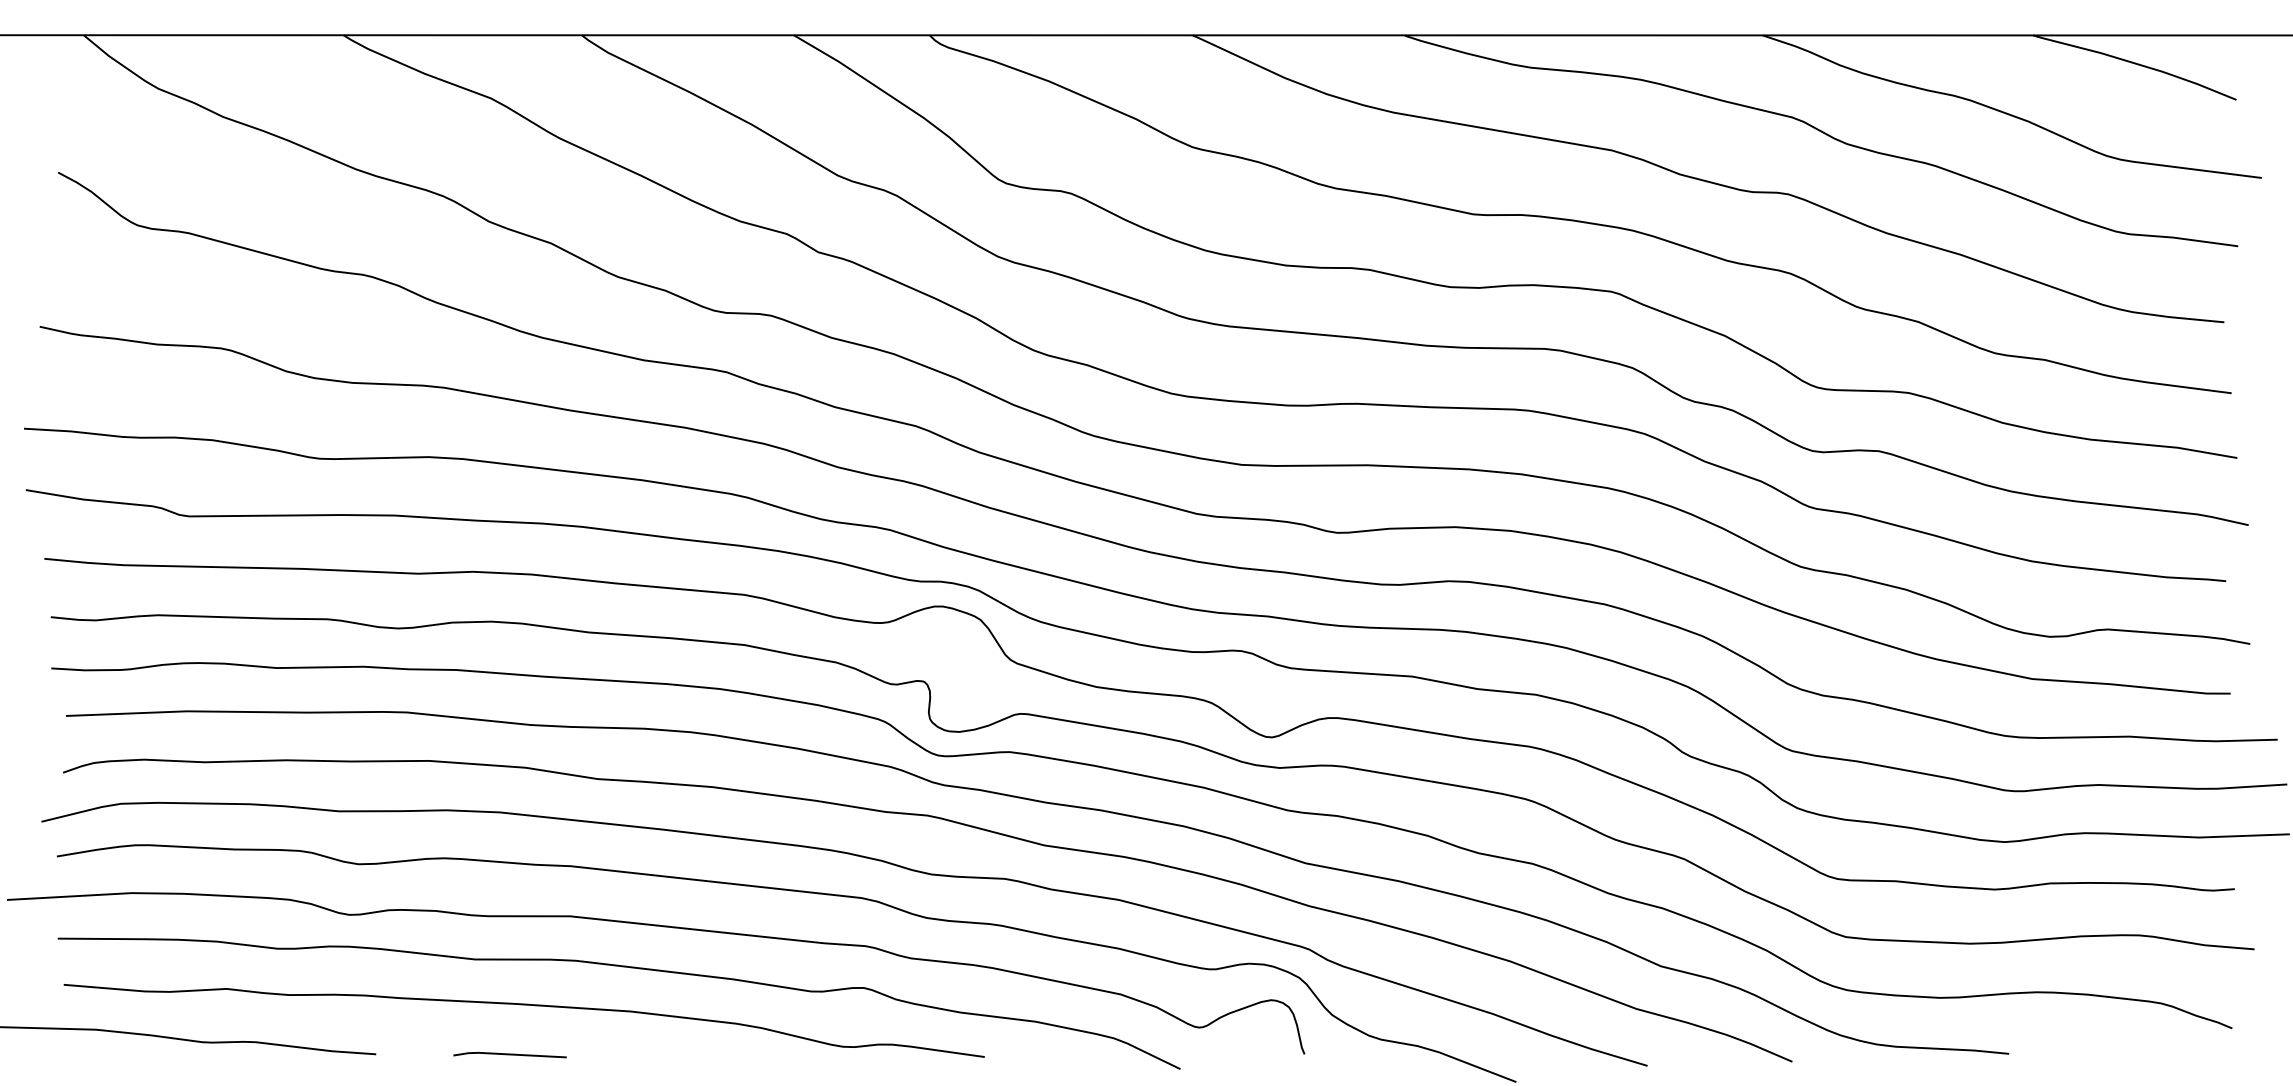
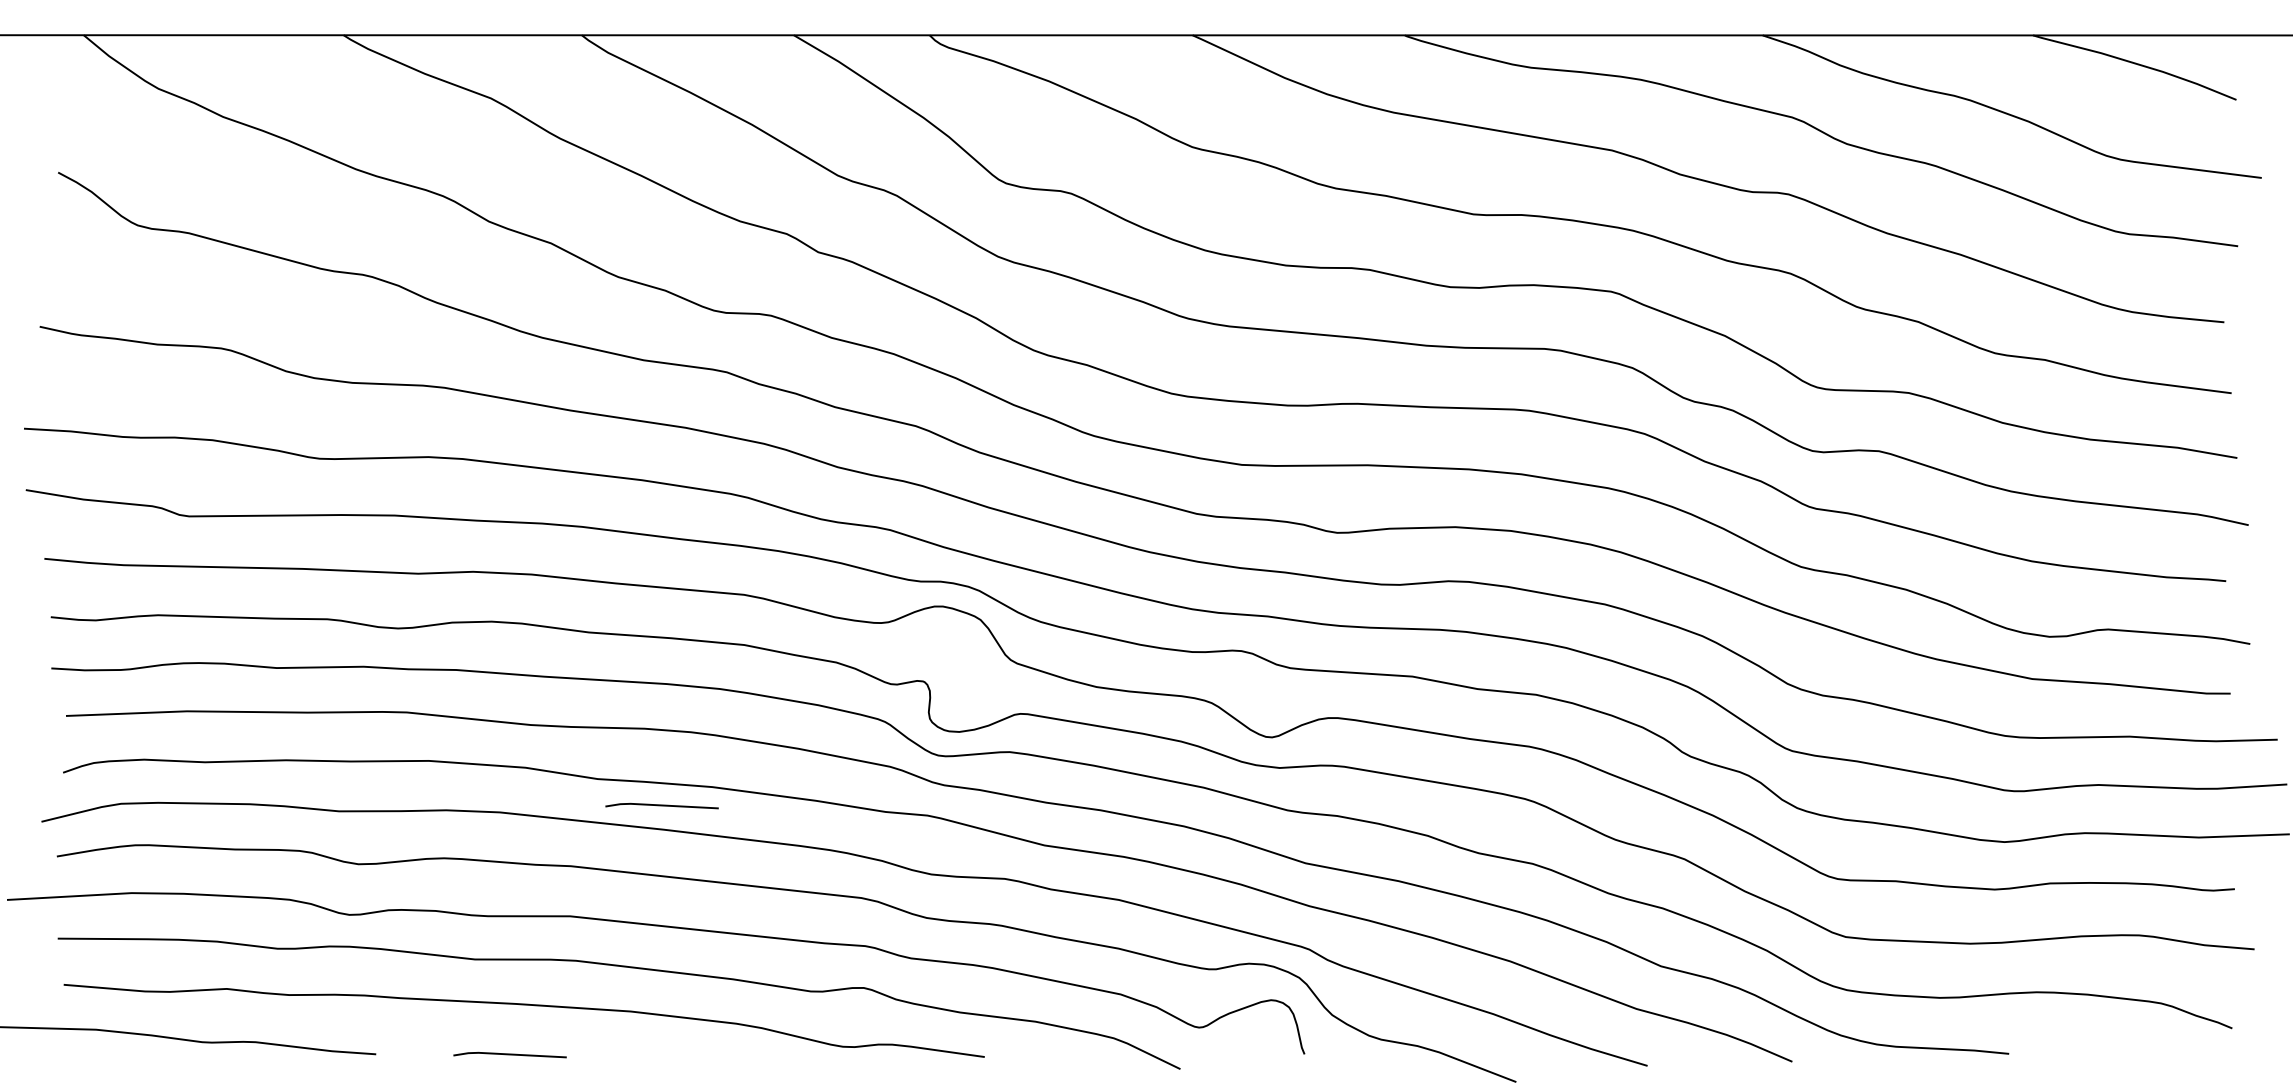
line at (661, 806): none -> present
